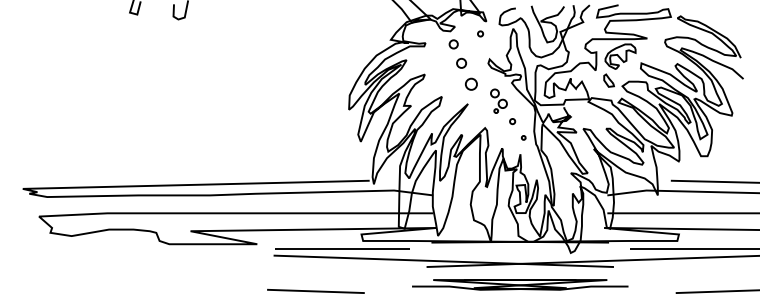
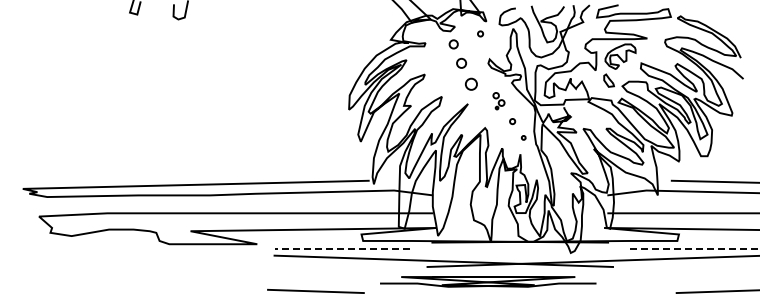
part at (498, 100) size: 18x26 px -> 14x19 px
line at (342, 249): solid -> dashed
line at (694, 249): solid -> dashed
part at (520, 284) position: (520, 284) -> (488, 281)
